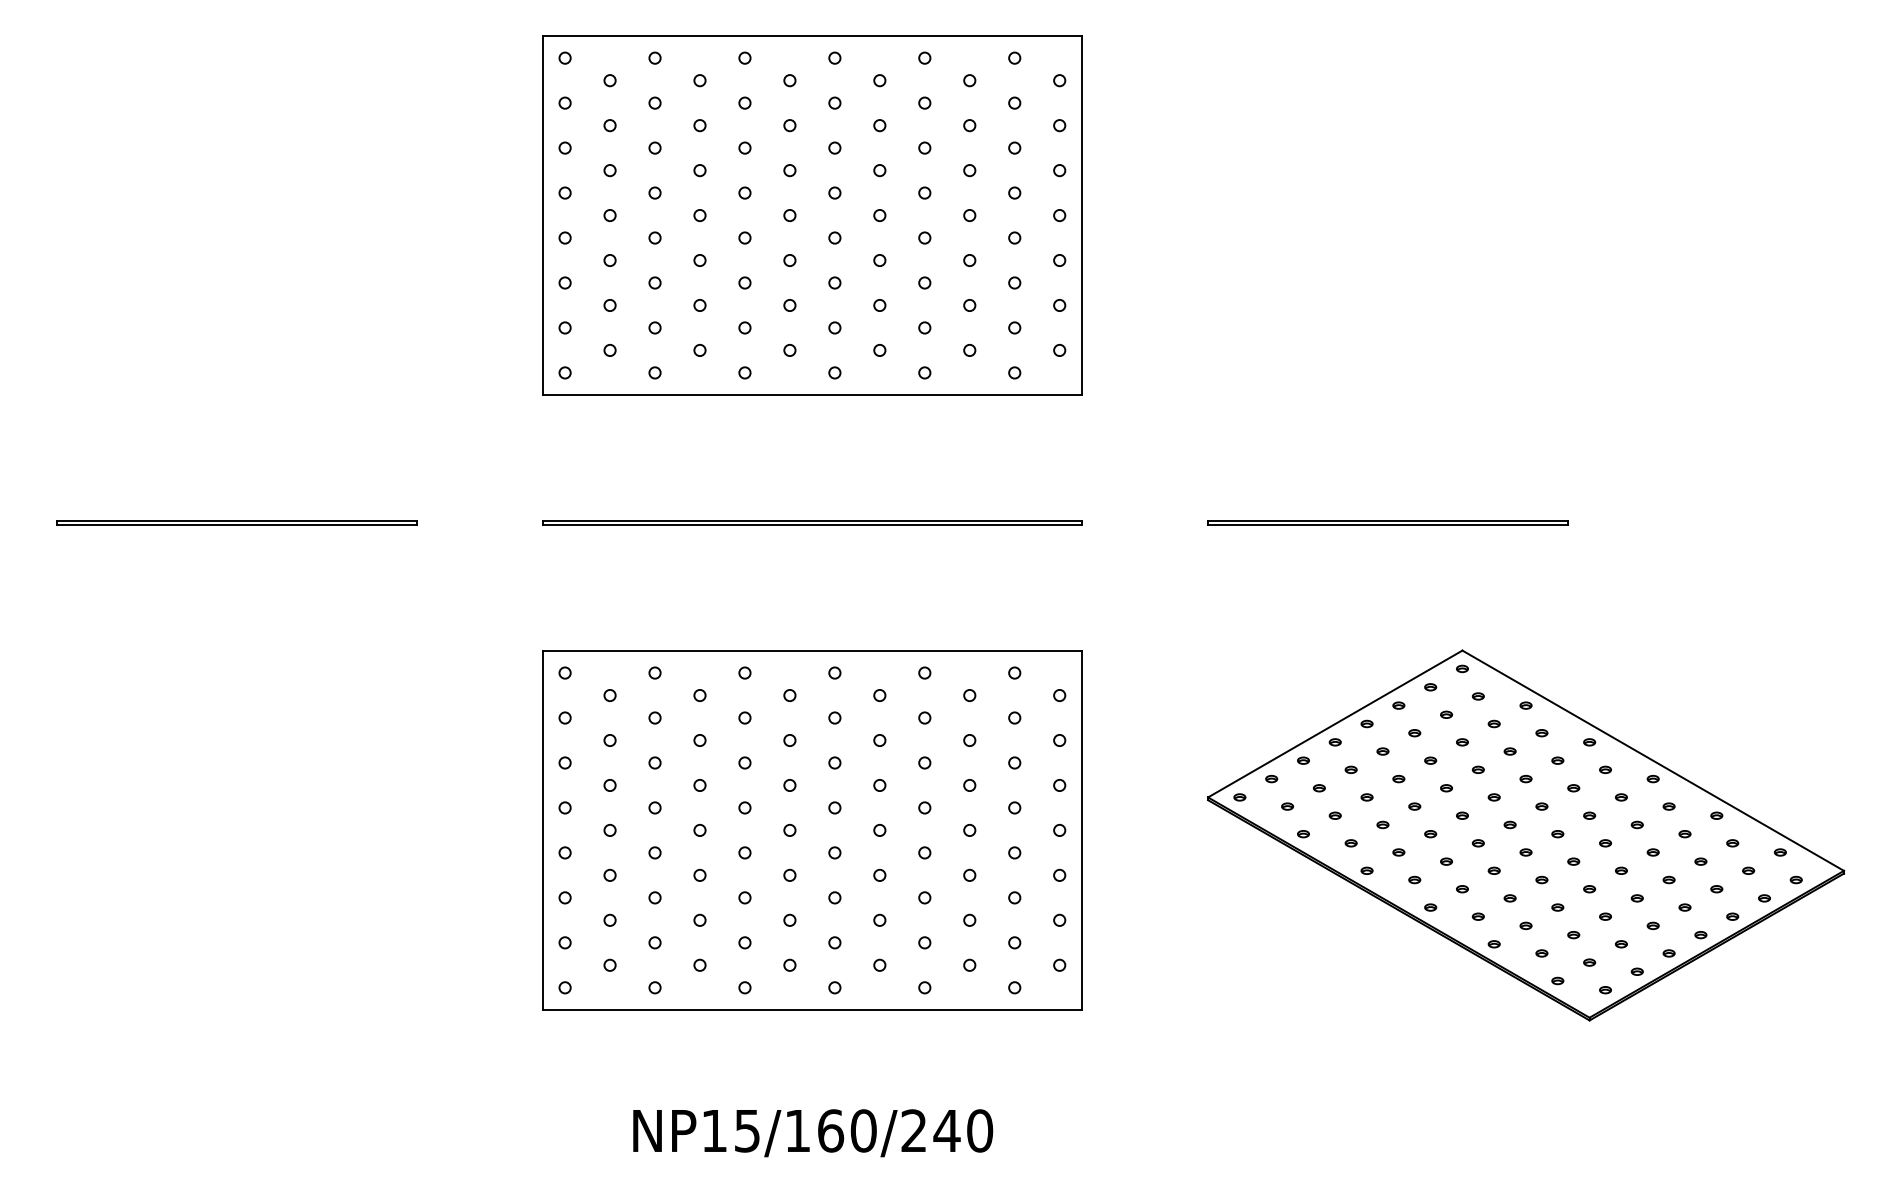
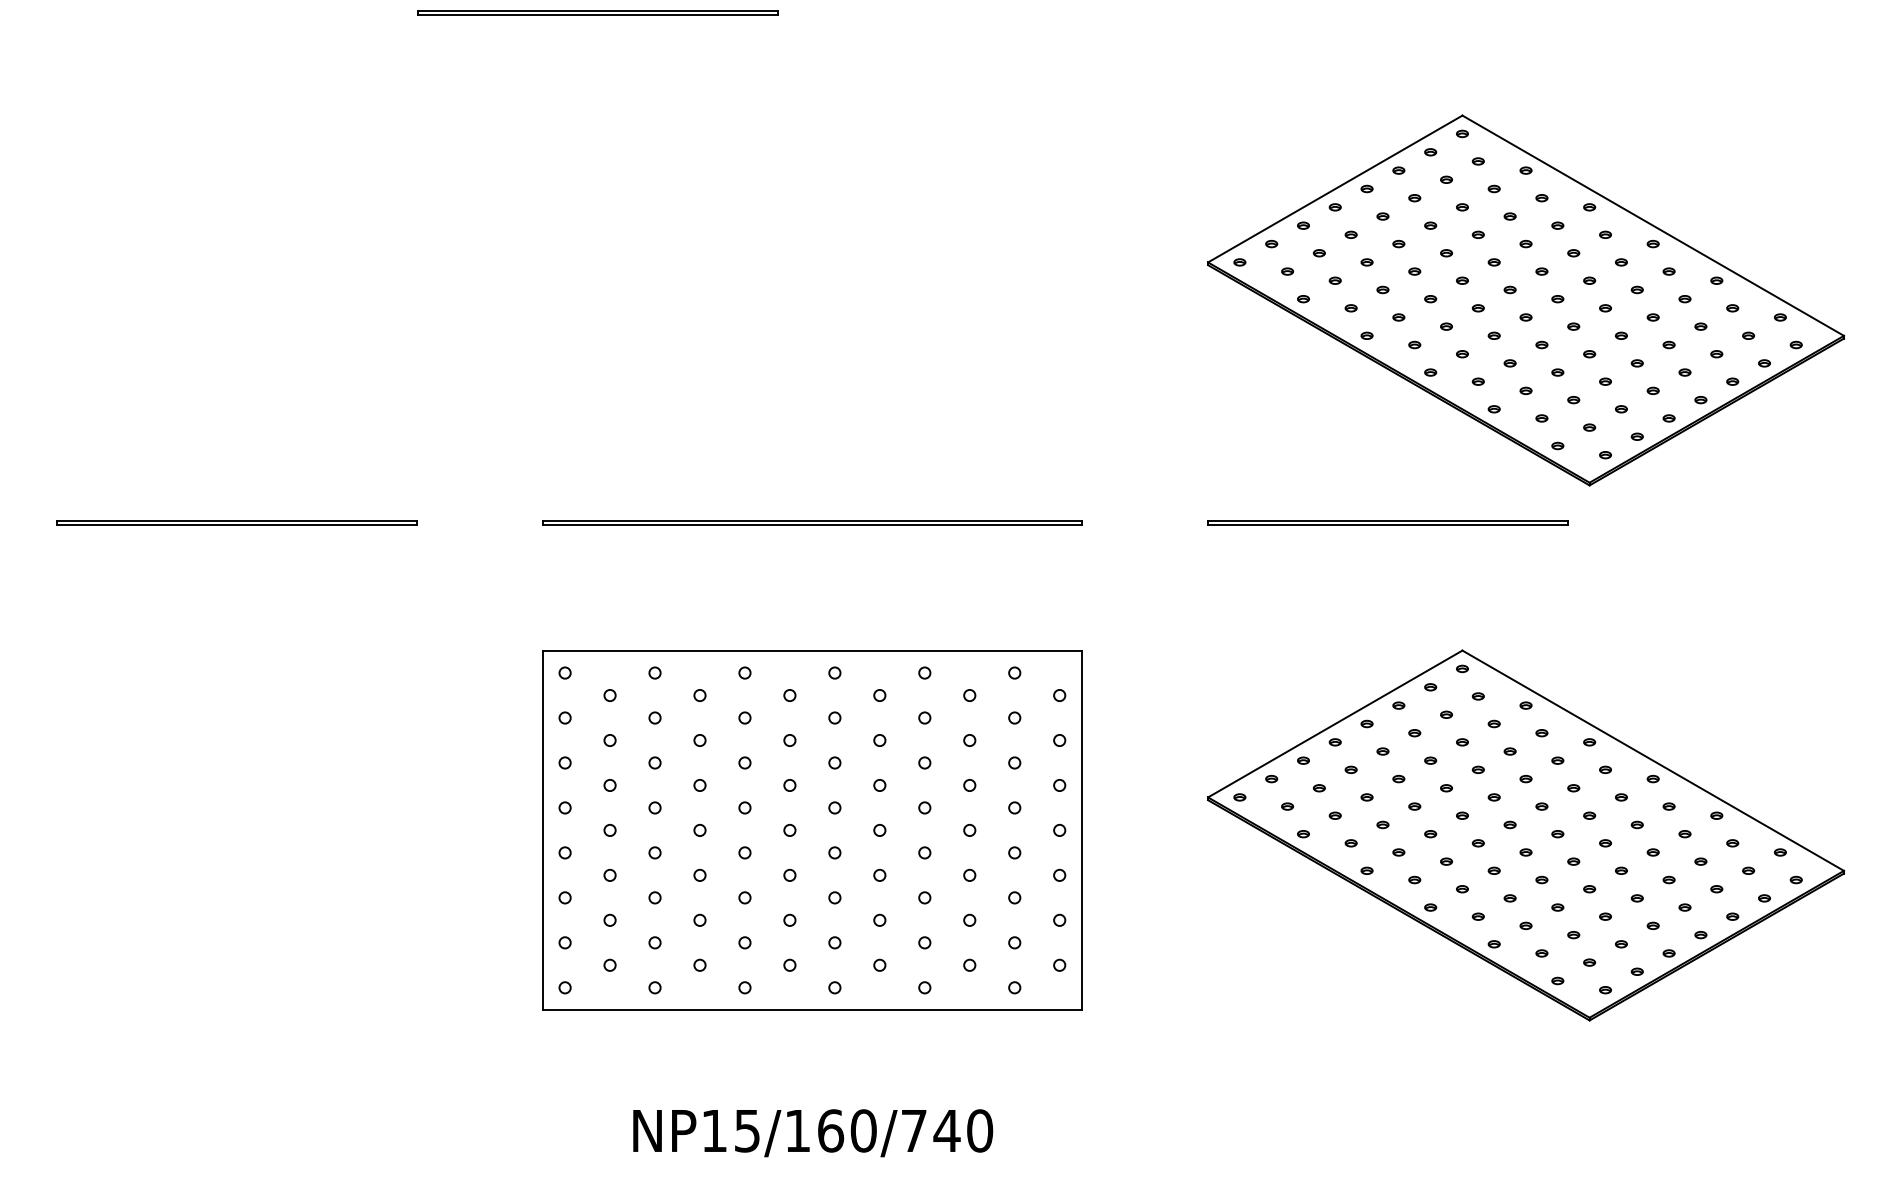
part at (597, 12): none -> present
part at (812, 215): present -> none
part at (1526, 300): none -> present
text at (913, 1130): NP15/160/240 -> NP15/160/740
